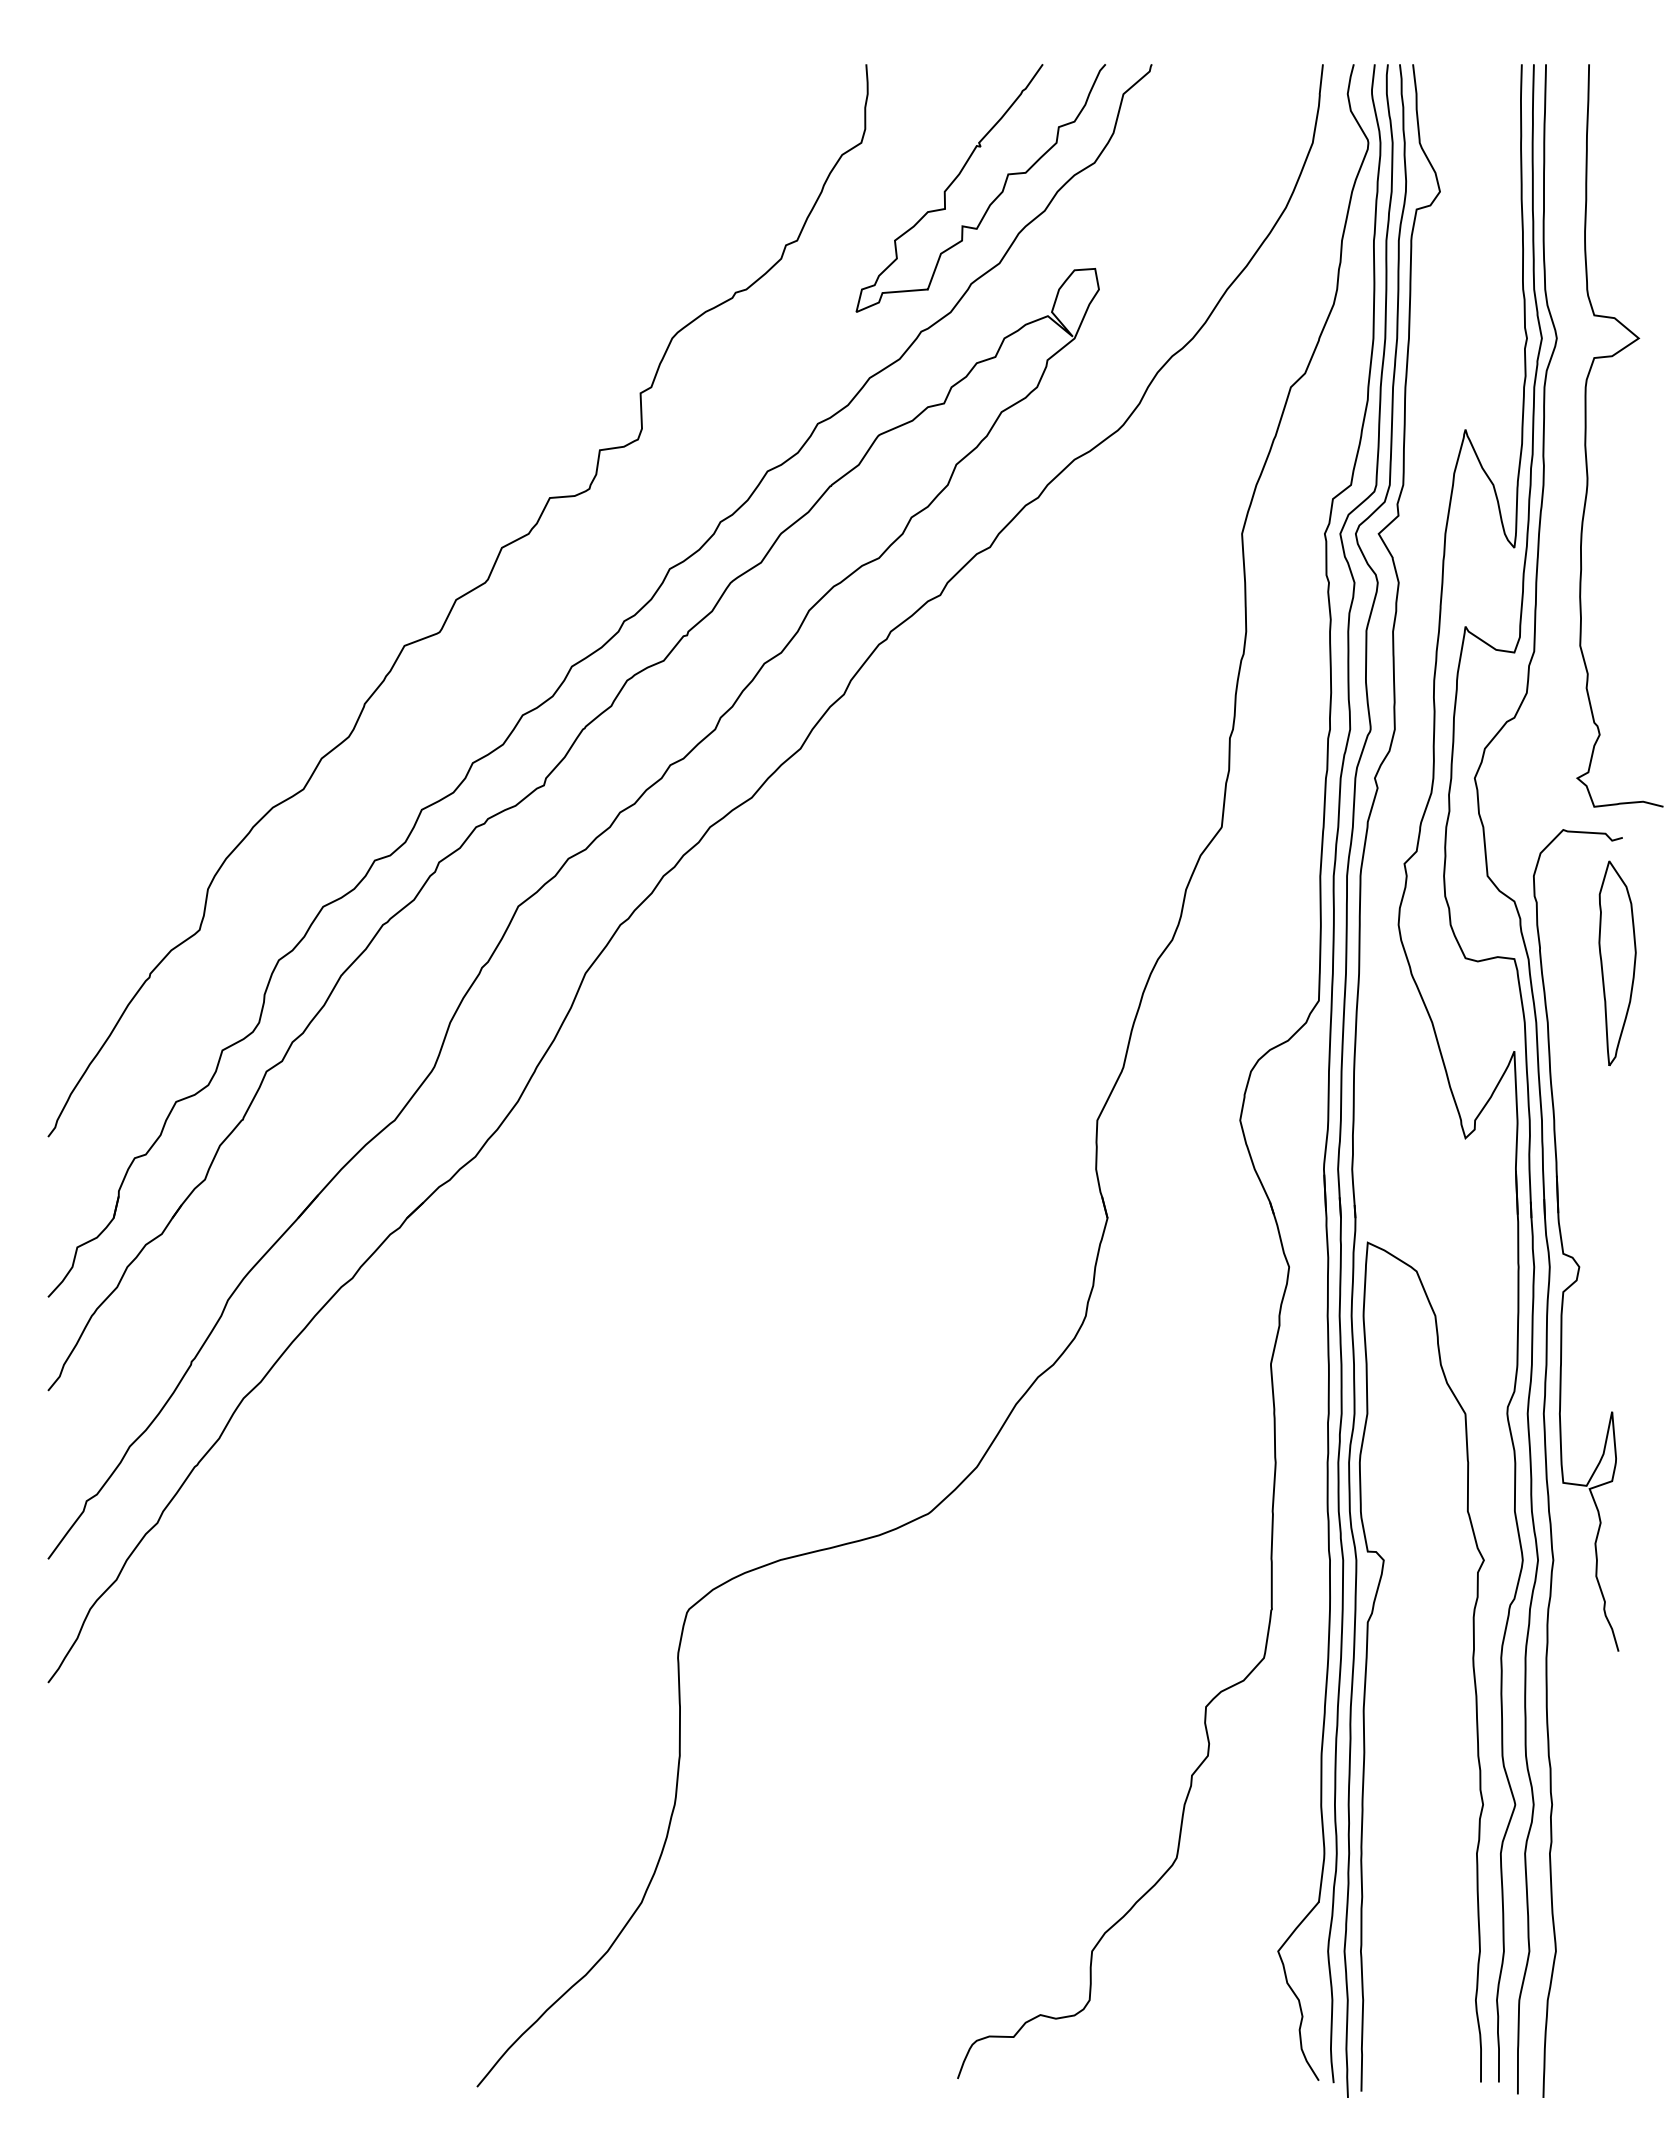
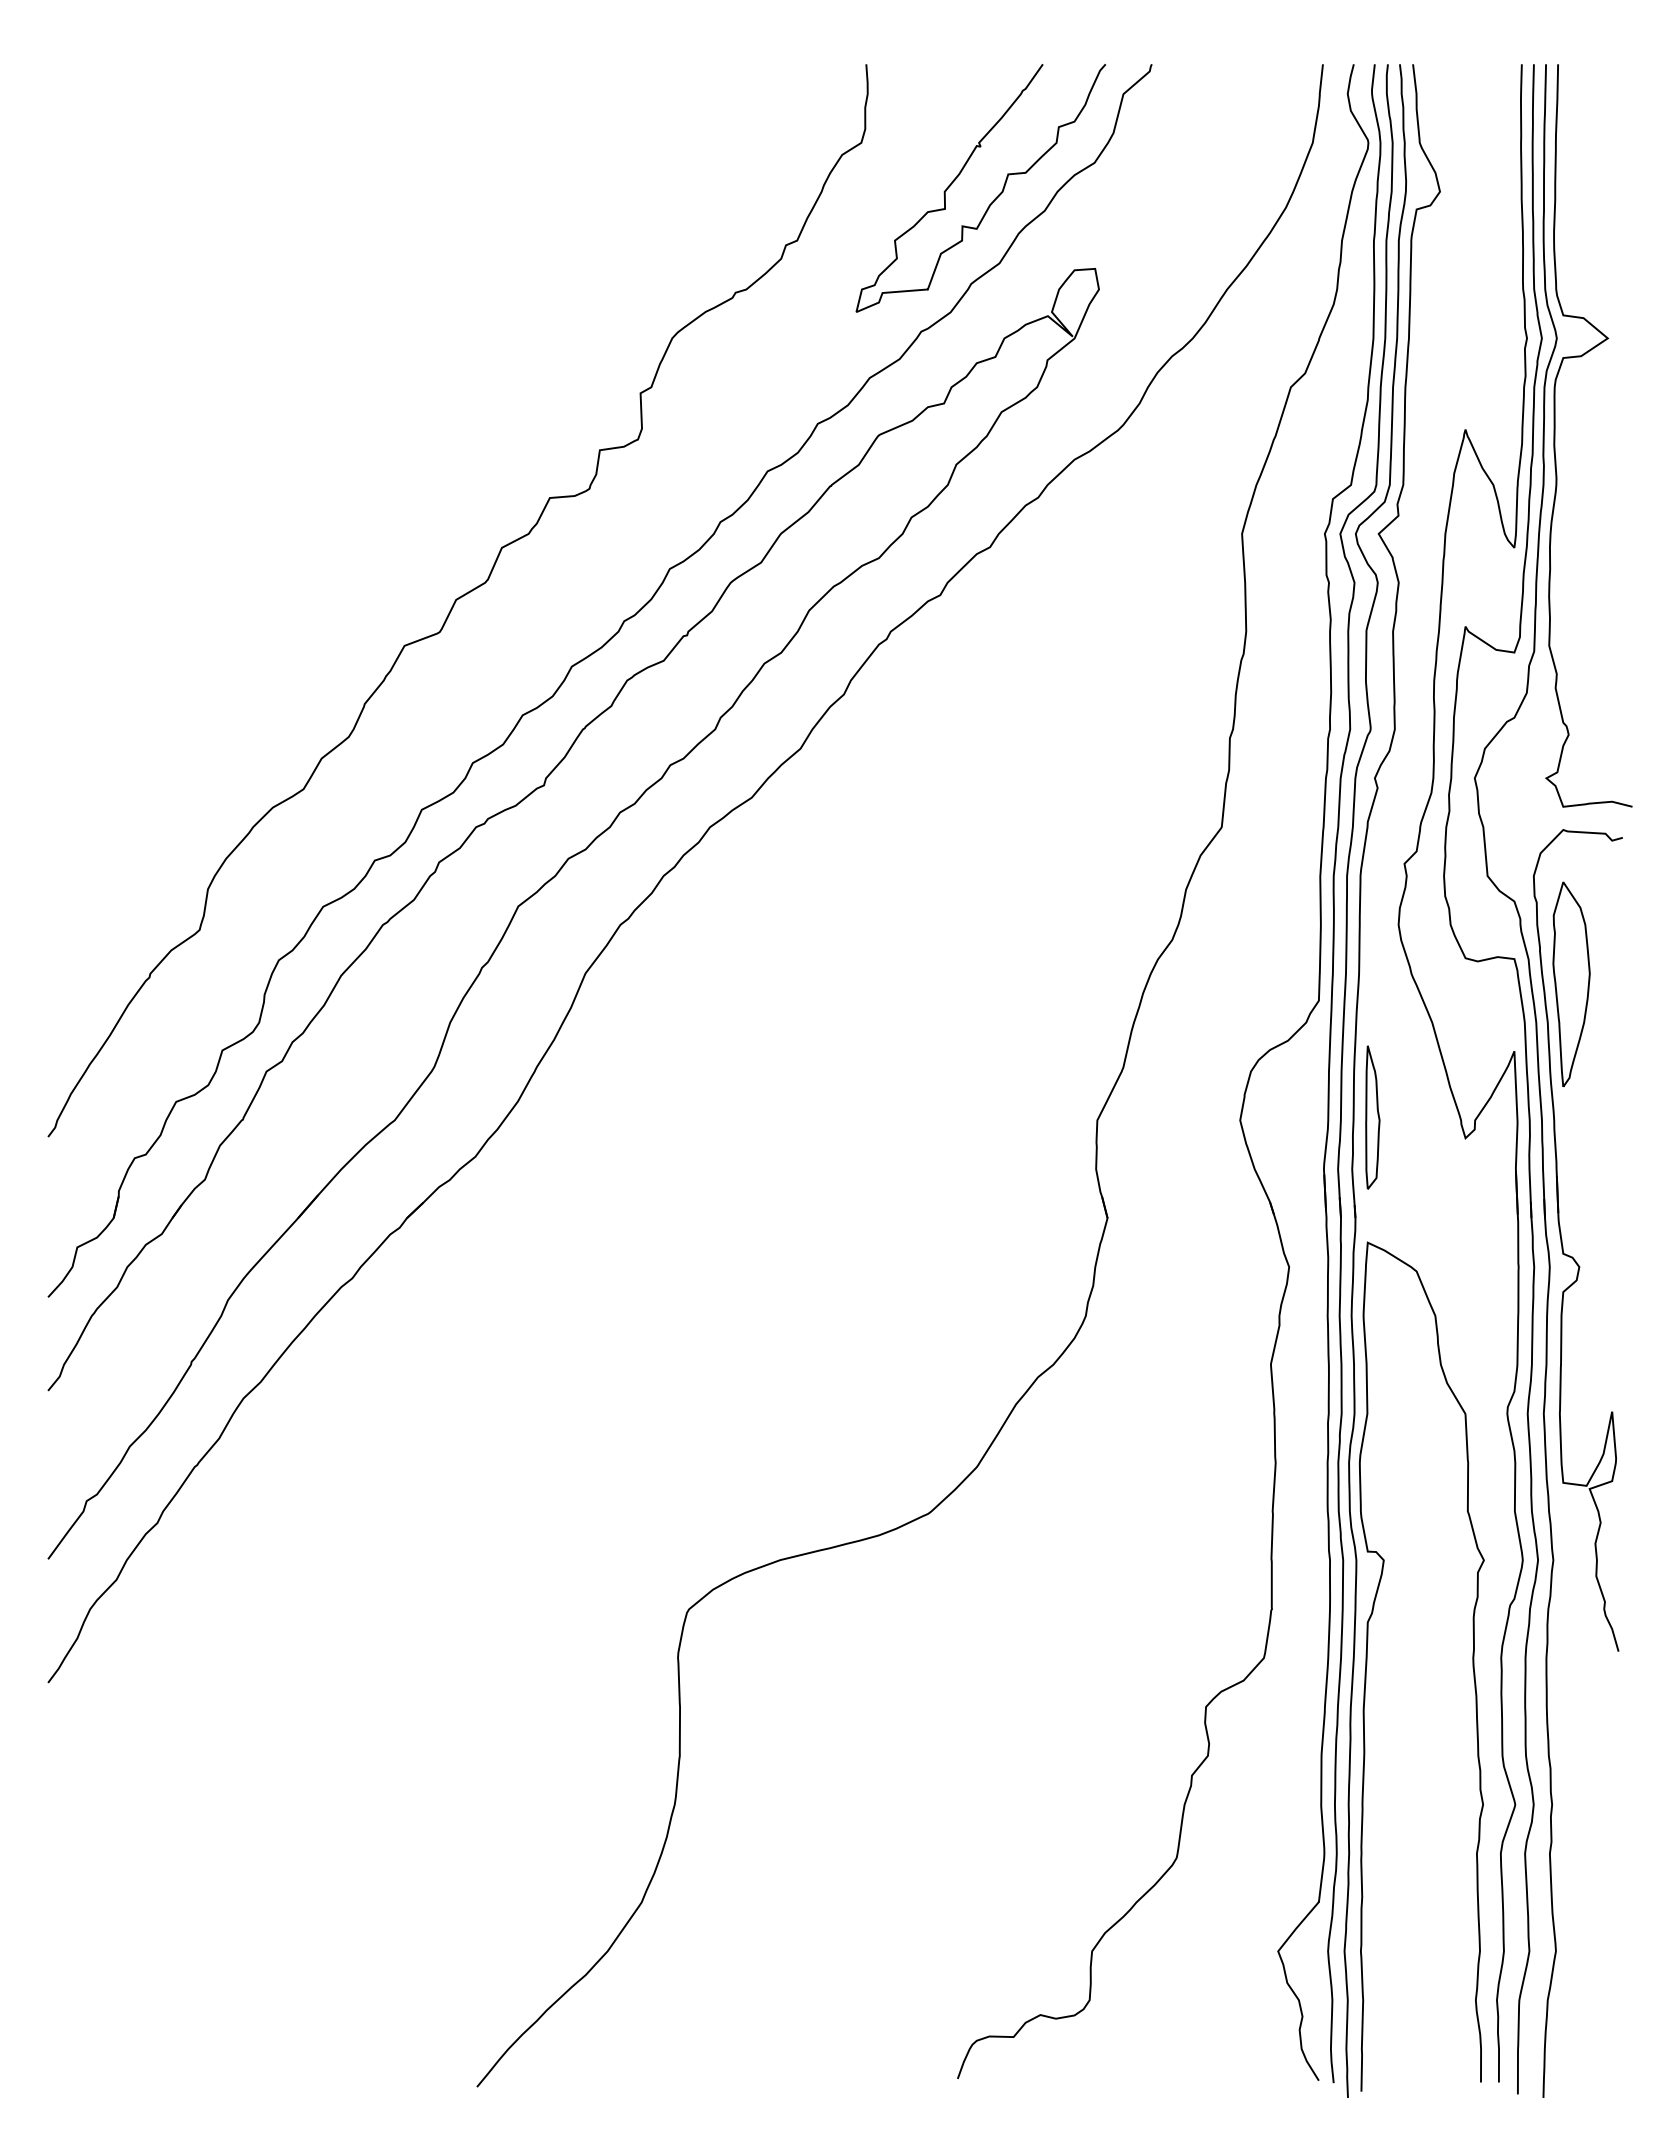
curve at (1586, 435) position: (1586, 435) -> (1555, 435)
part at (1617, 962) position: (1617, 962) -> (1571, 983)
part at (1372, 1117): none -> present
